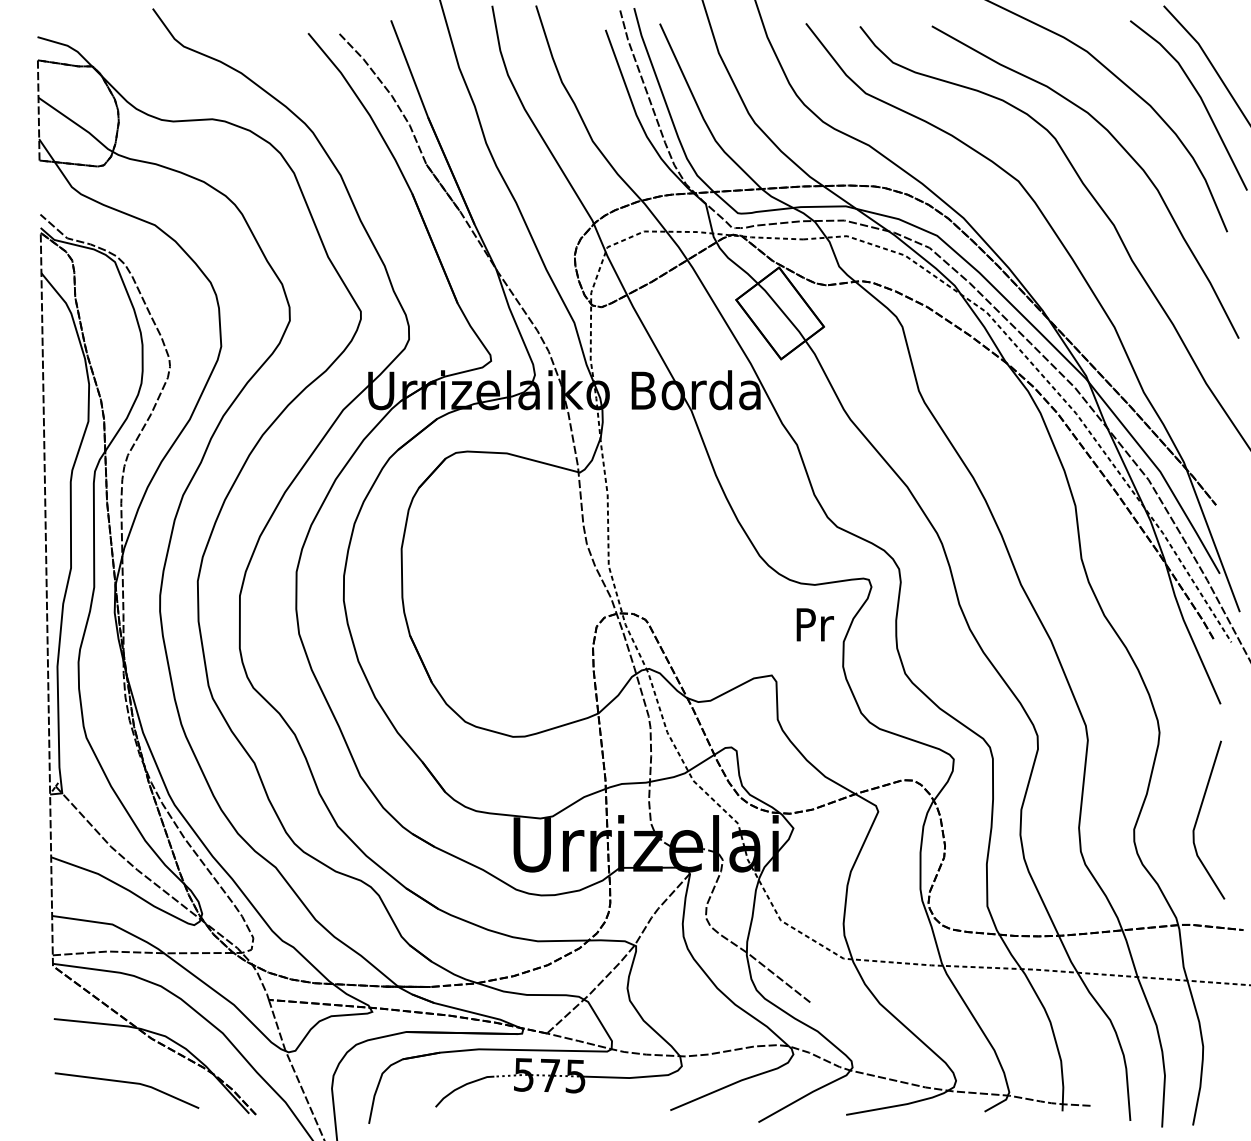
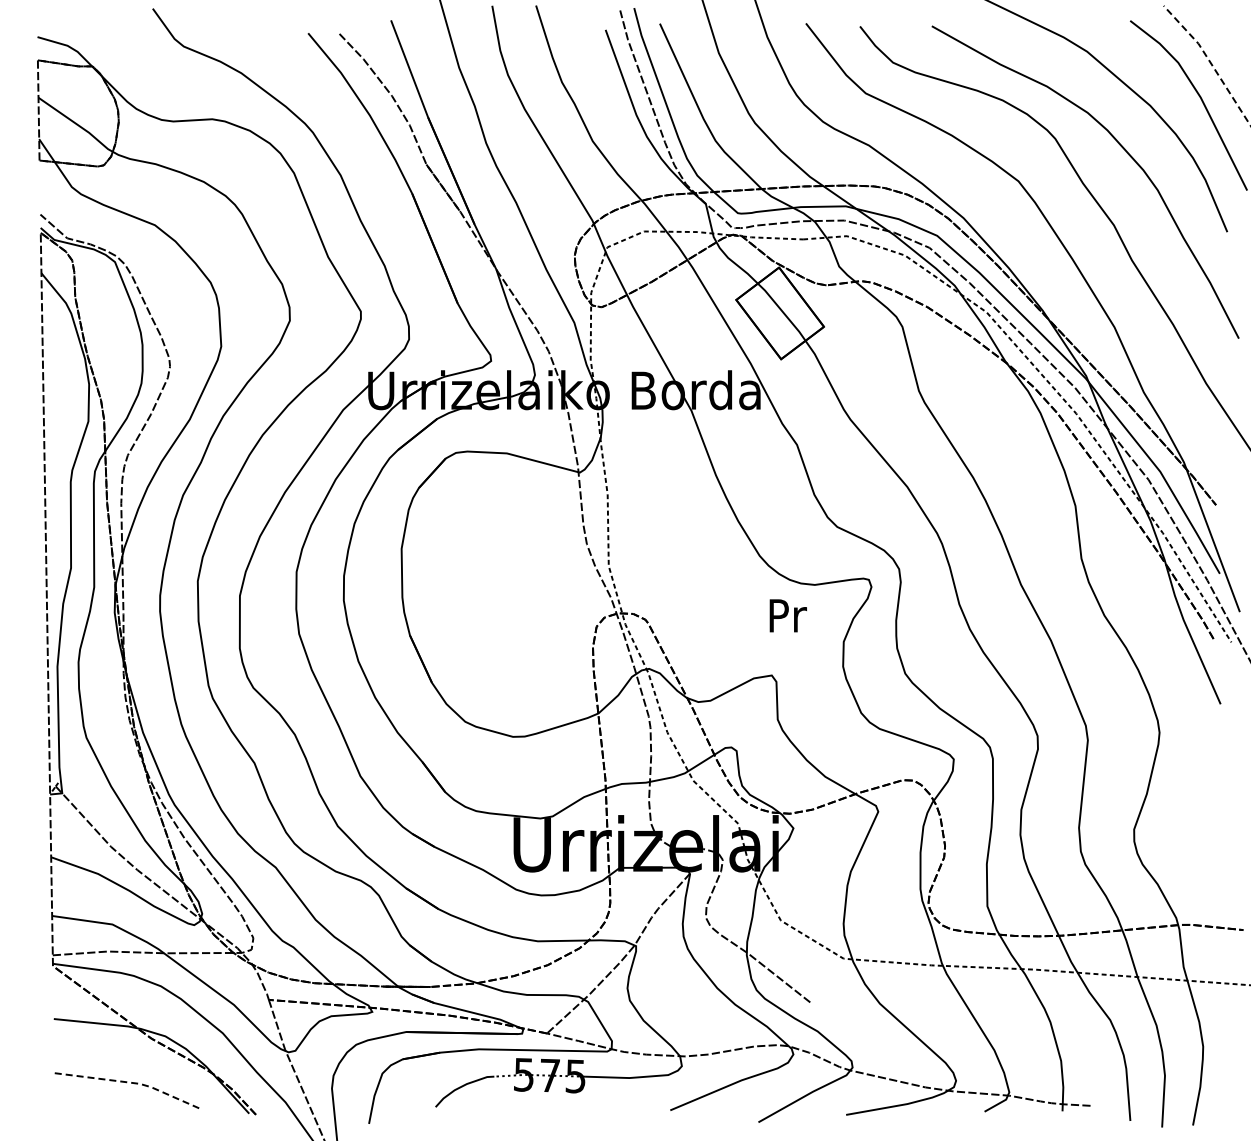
line at (1210, 62): solid -> dashed
text at (814, 624) position: (814, 624) -> (787, 615)
line at (1199, 815): present -> none
line at (130, 1082): solid -> dashed
